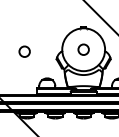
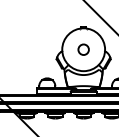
circle at (24, 51): present -> none
